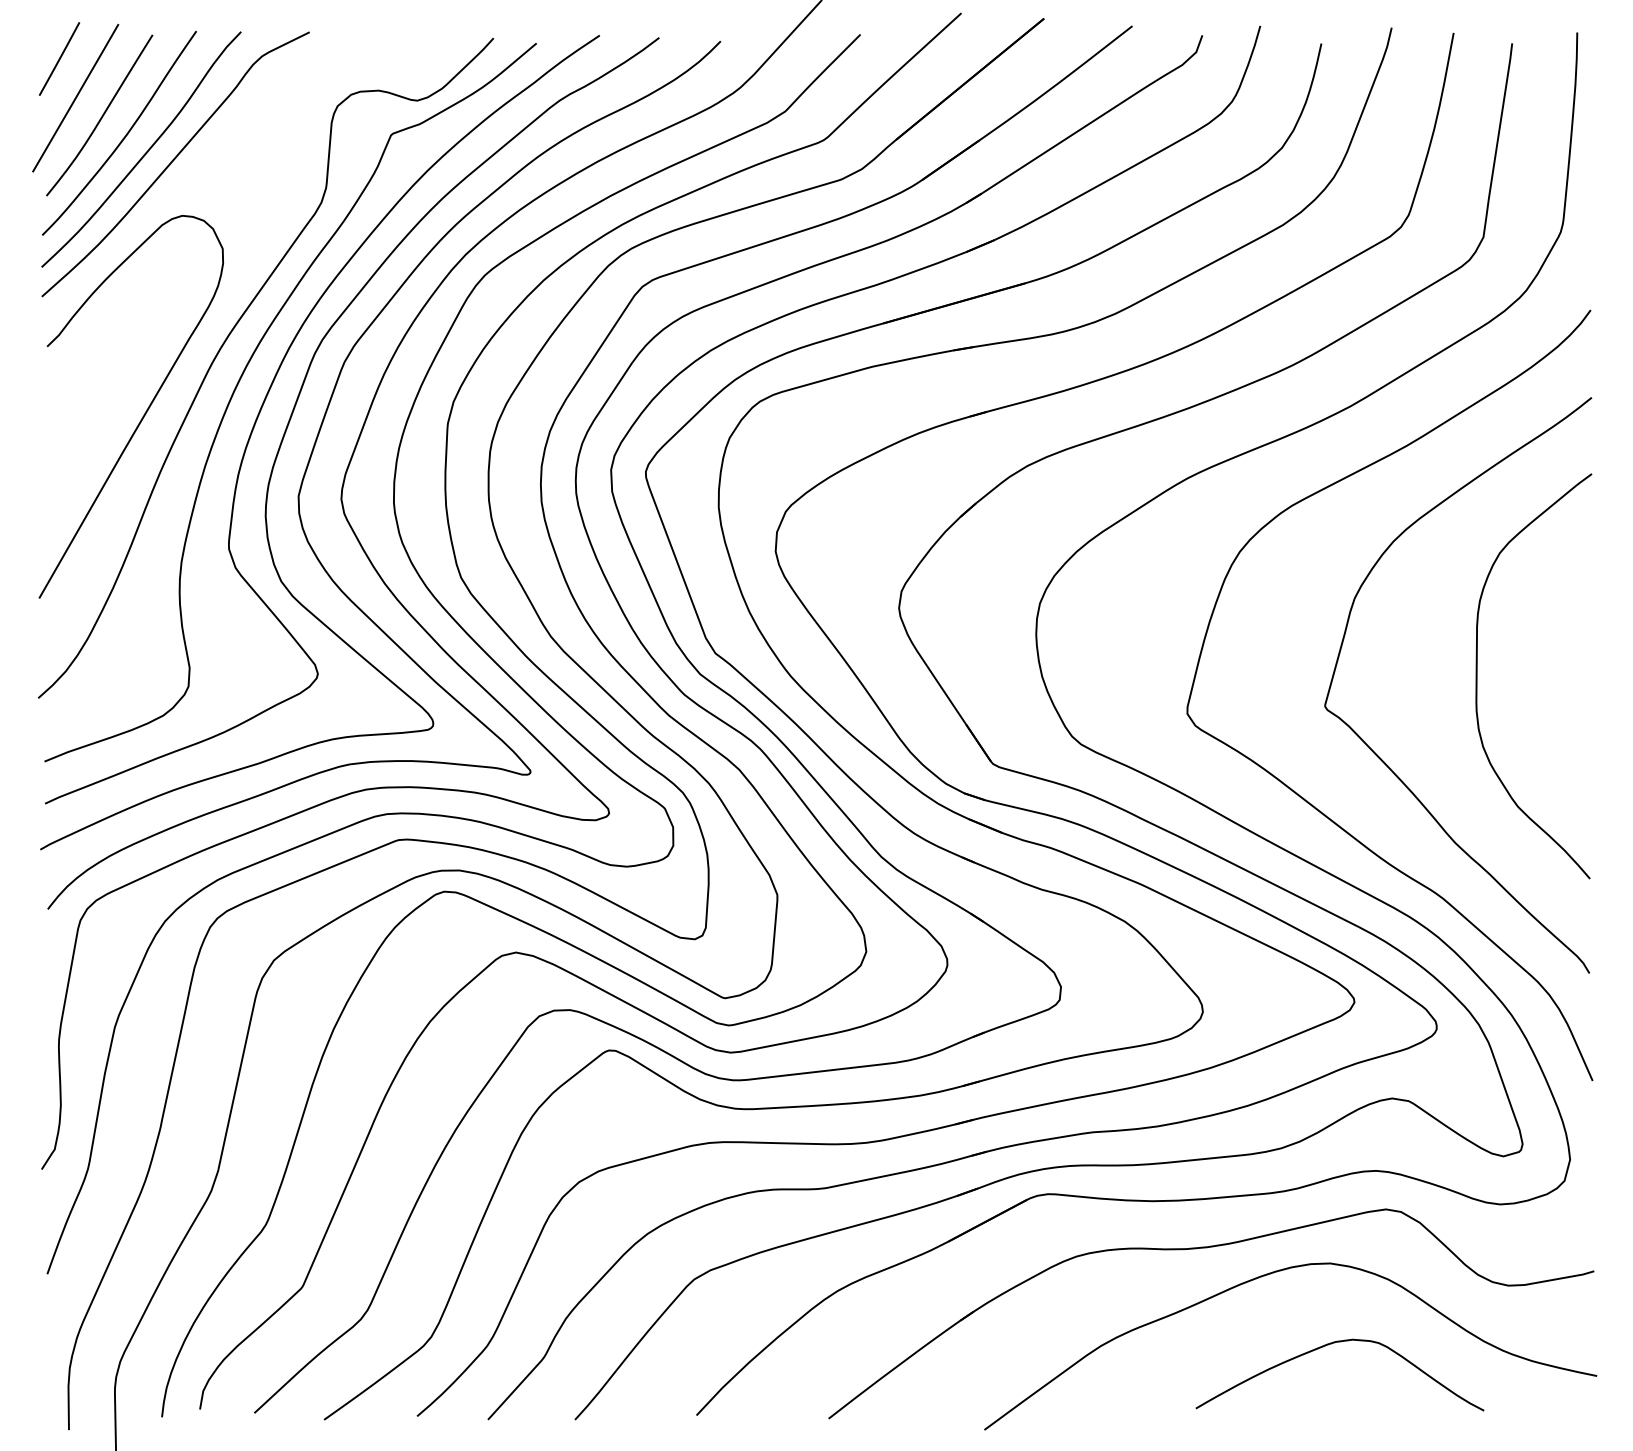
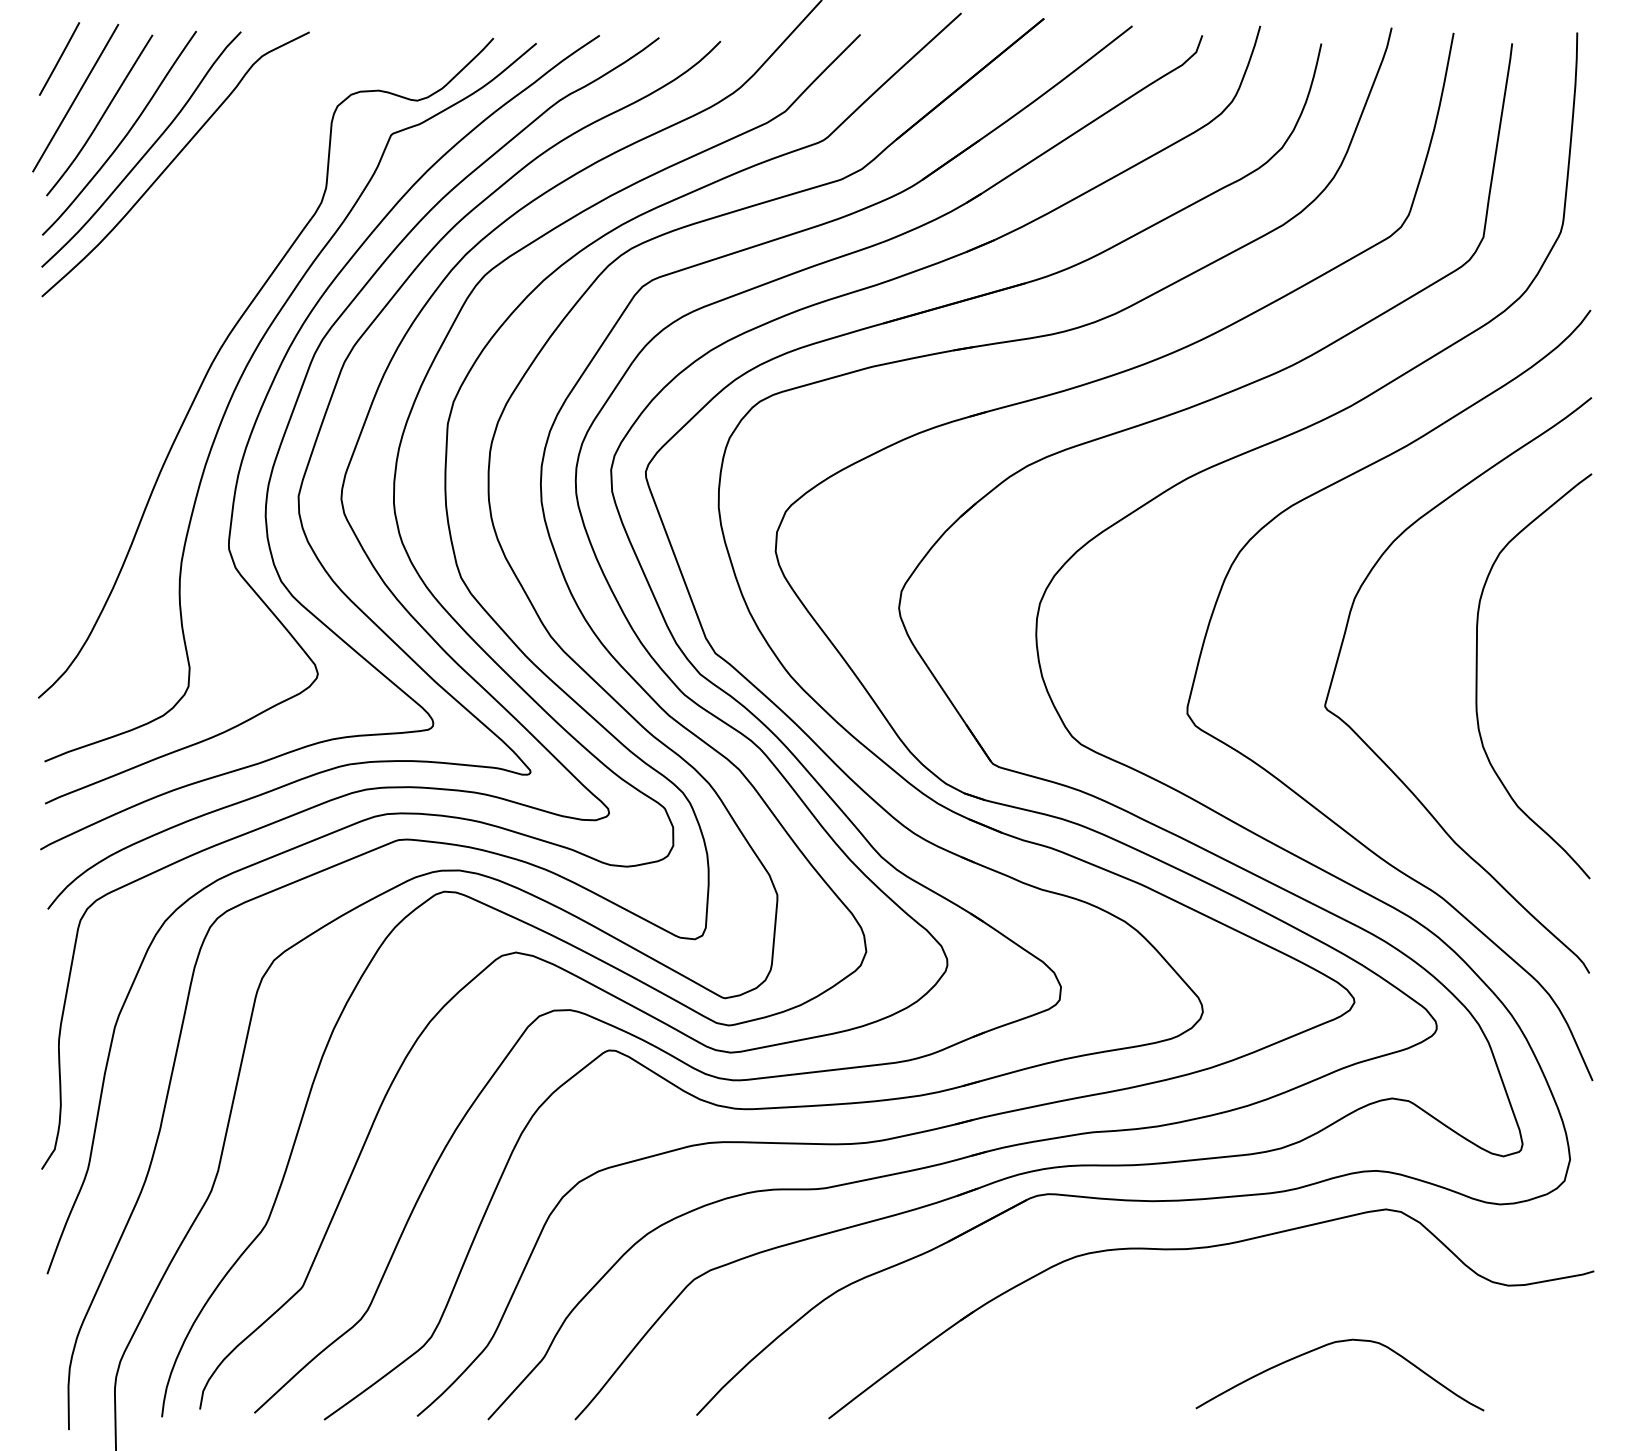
curve at (143, 414): present -> none
curve at (1267, 1275): present -> none
